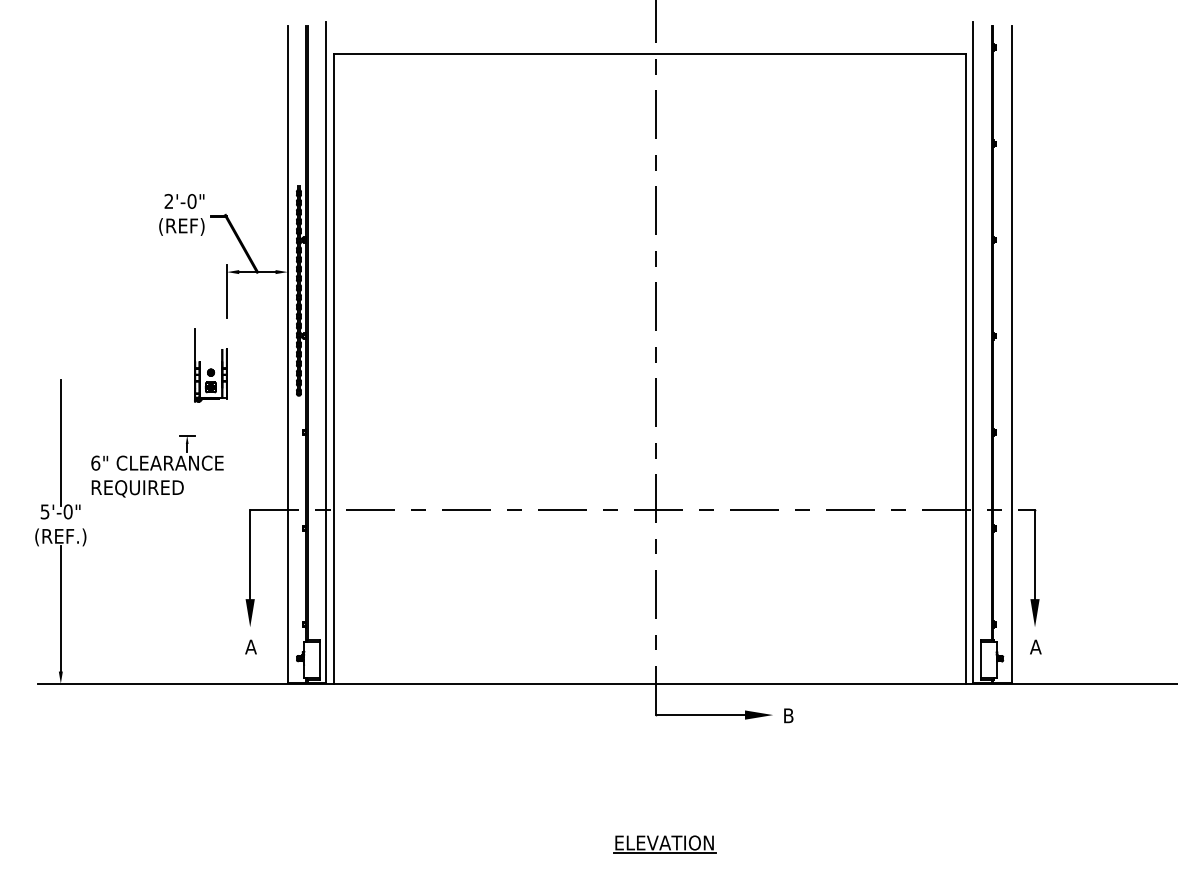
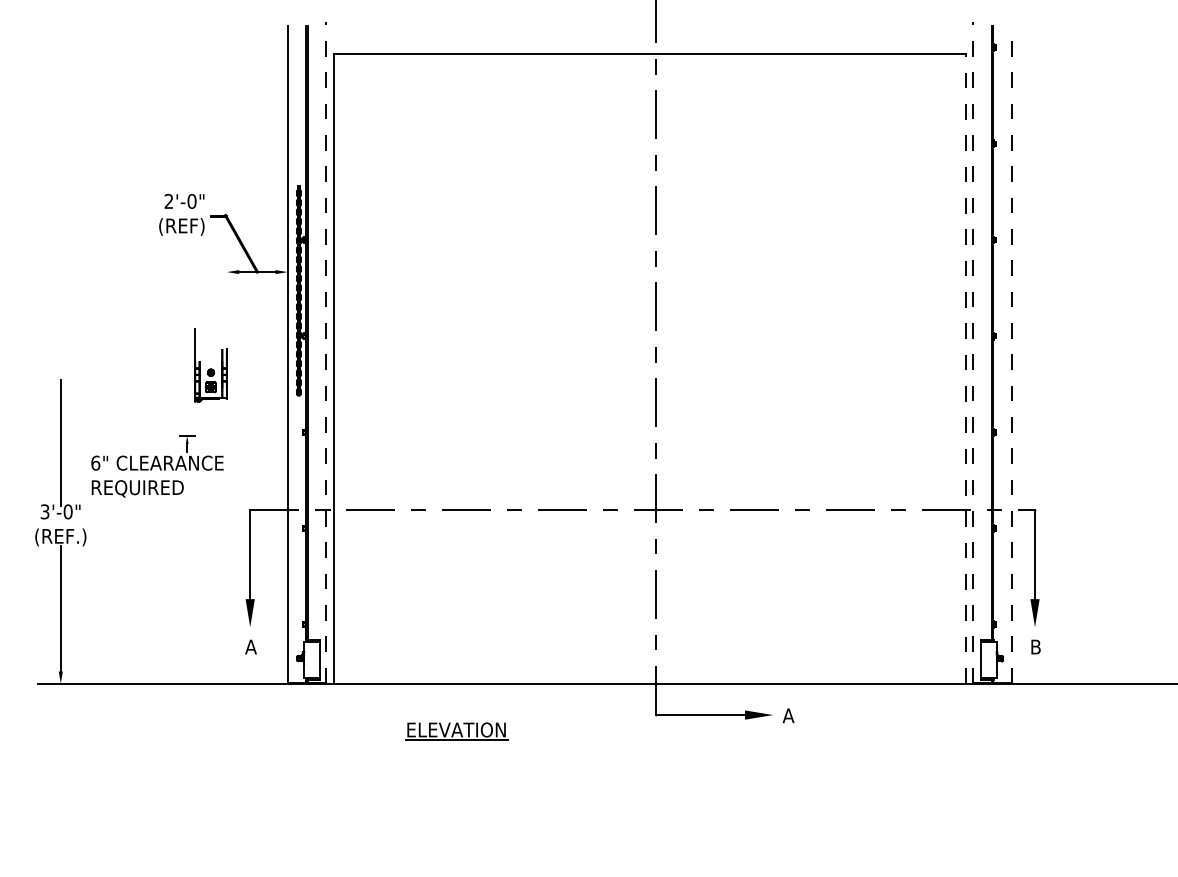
line at (227, 291): present -> none
line at (326, 352): solid -> dashed
line at (972, 352): solid -> dashed
line at (1011, 354): solid -> dashed
line at (965, 368): solid -> dashed
text at (45, 511): 5'-0" -> 3'-0"
text at (1035, 646): A -> B
text at (788, 715): B -> A
part at (664, 844) position: (664, 844) -> (456, 731)
